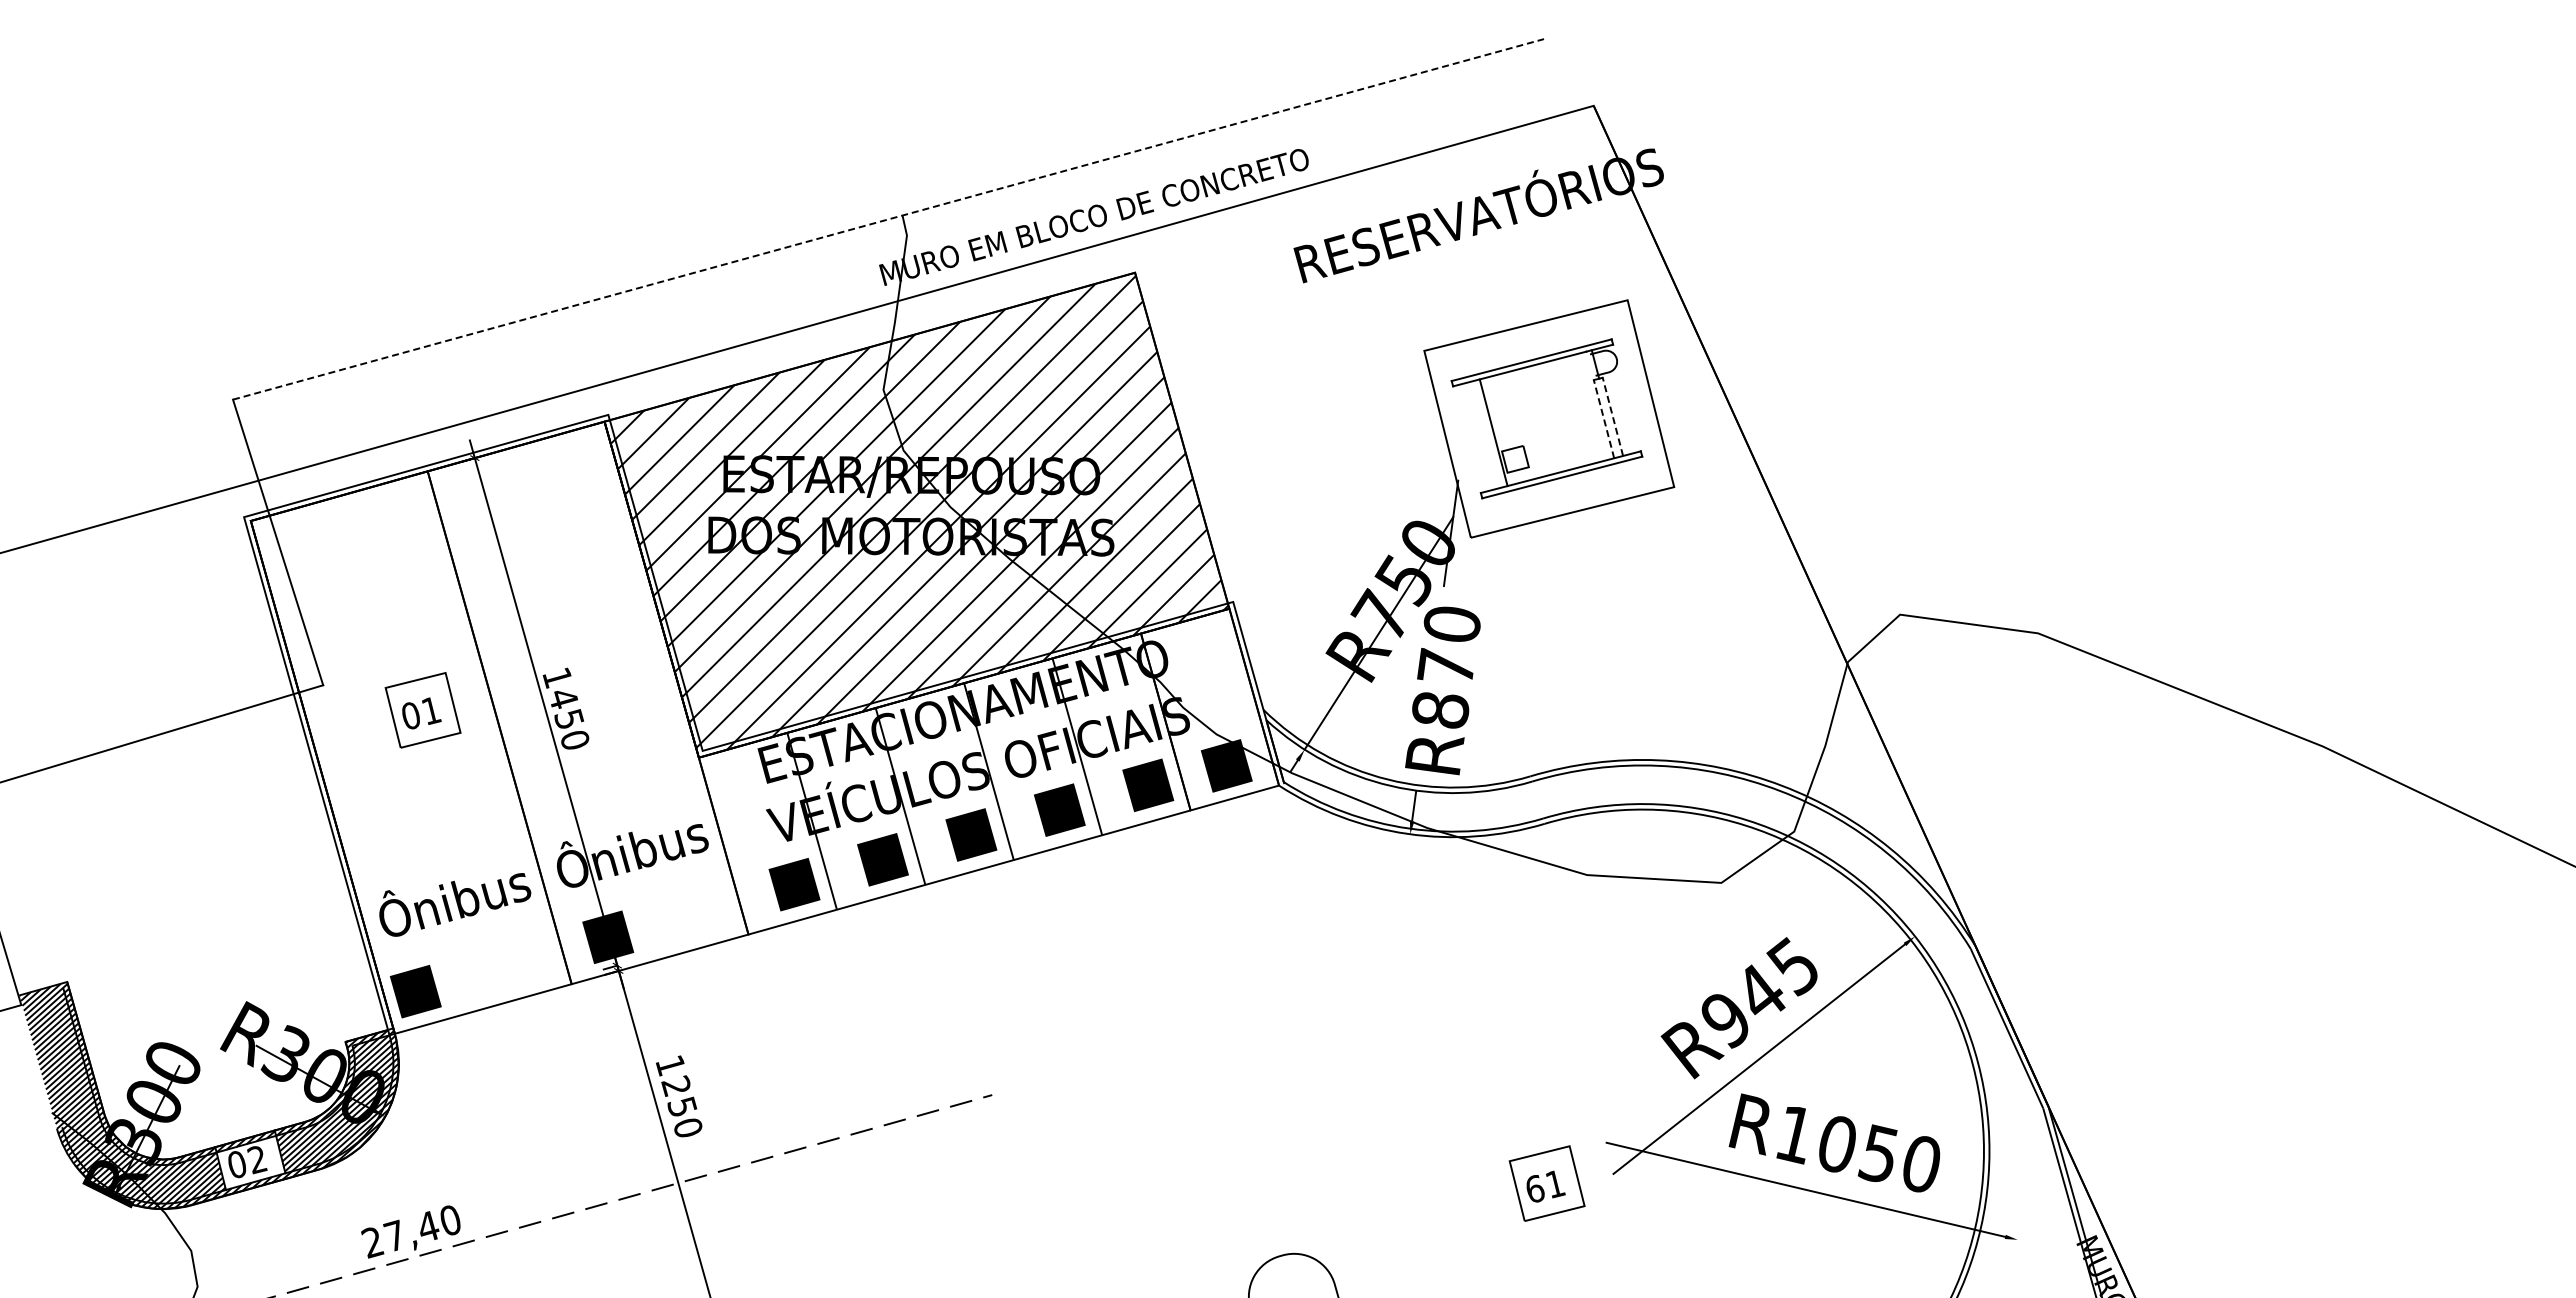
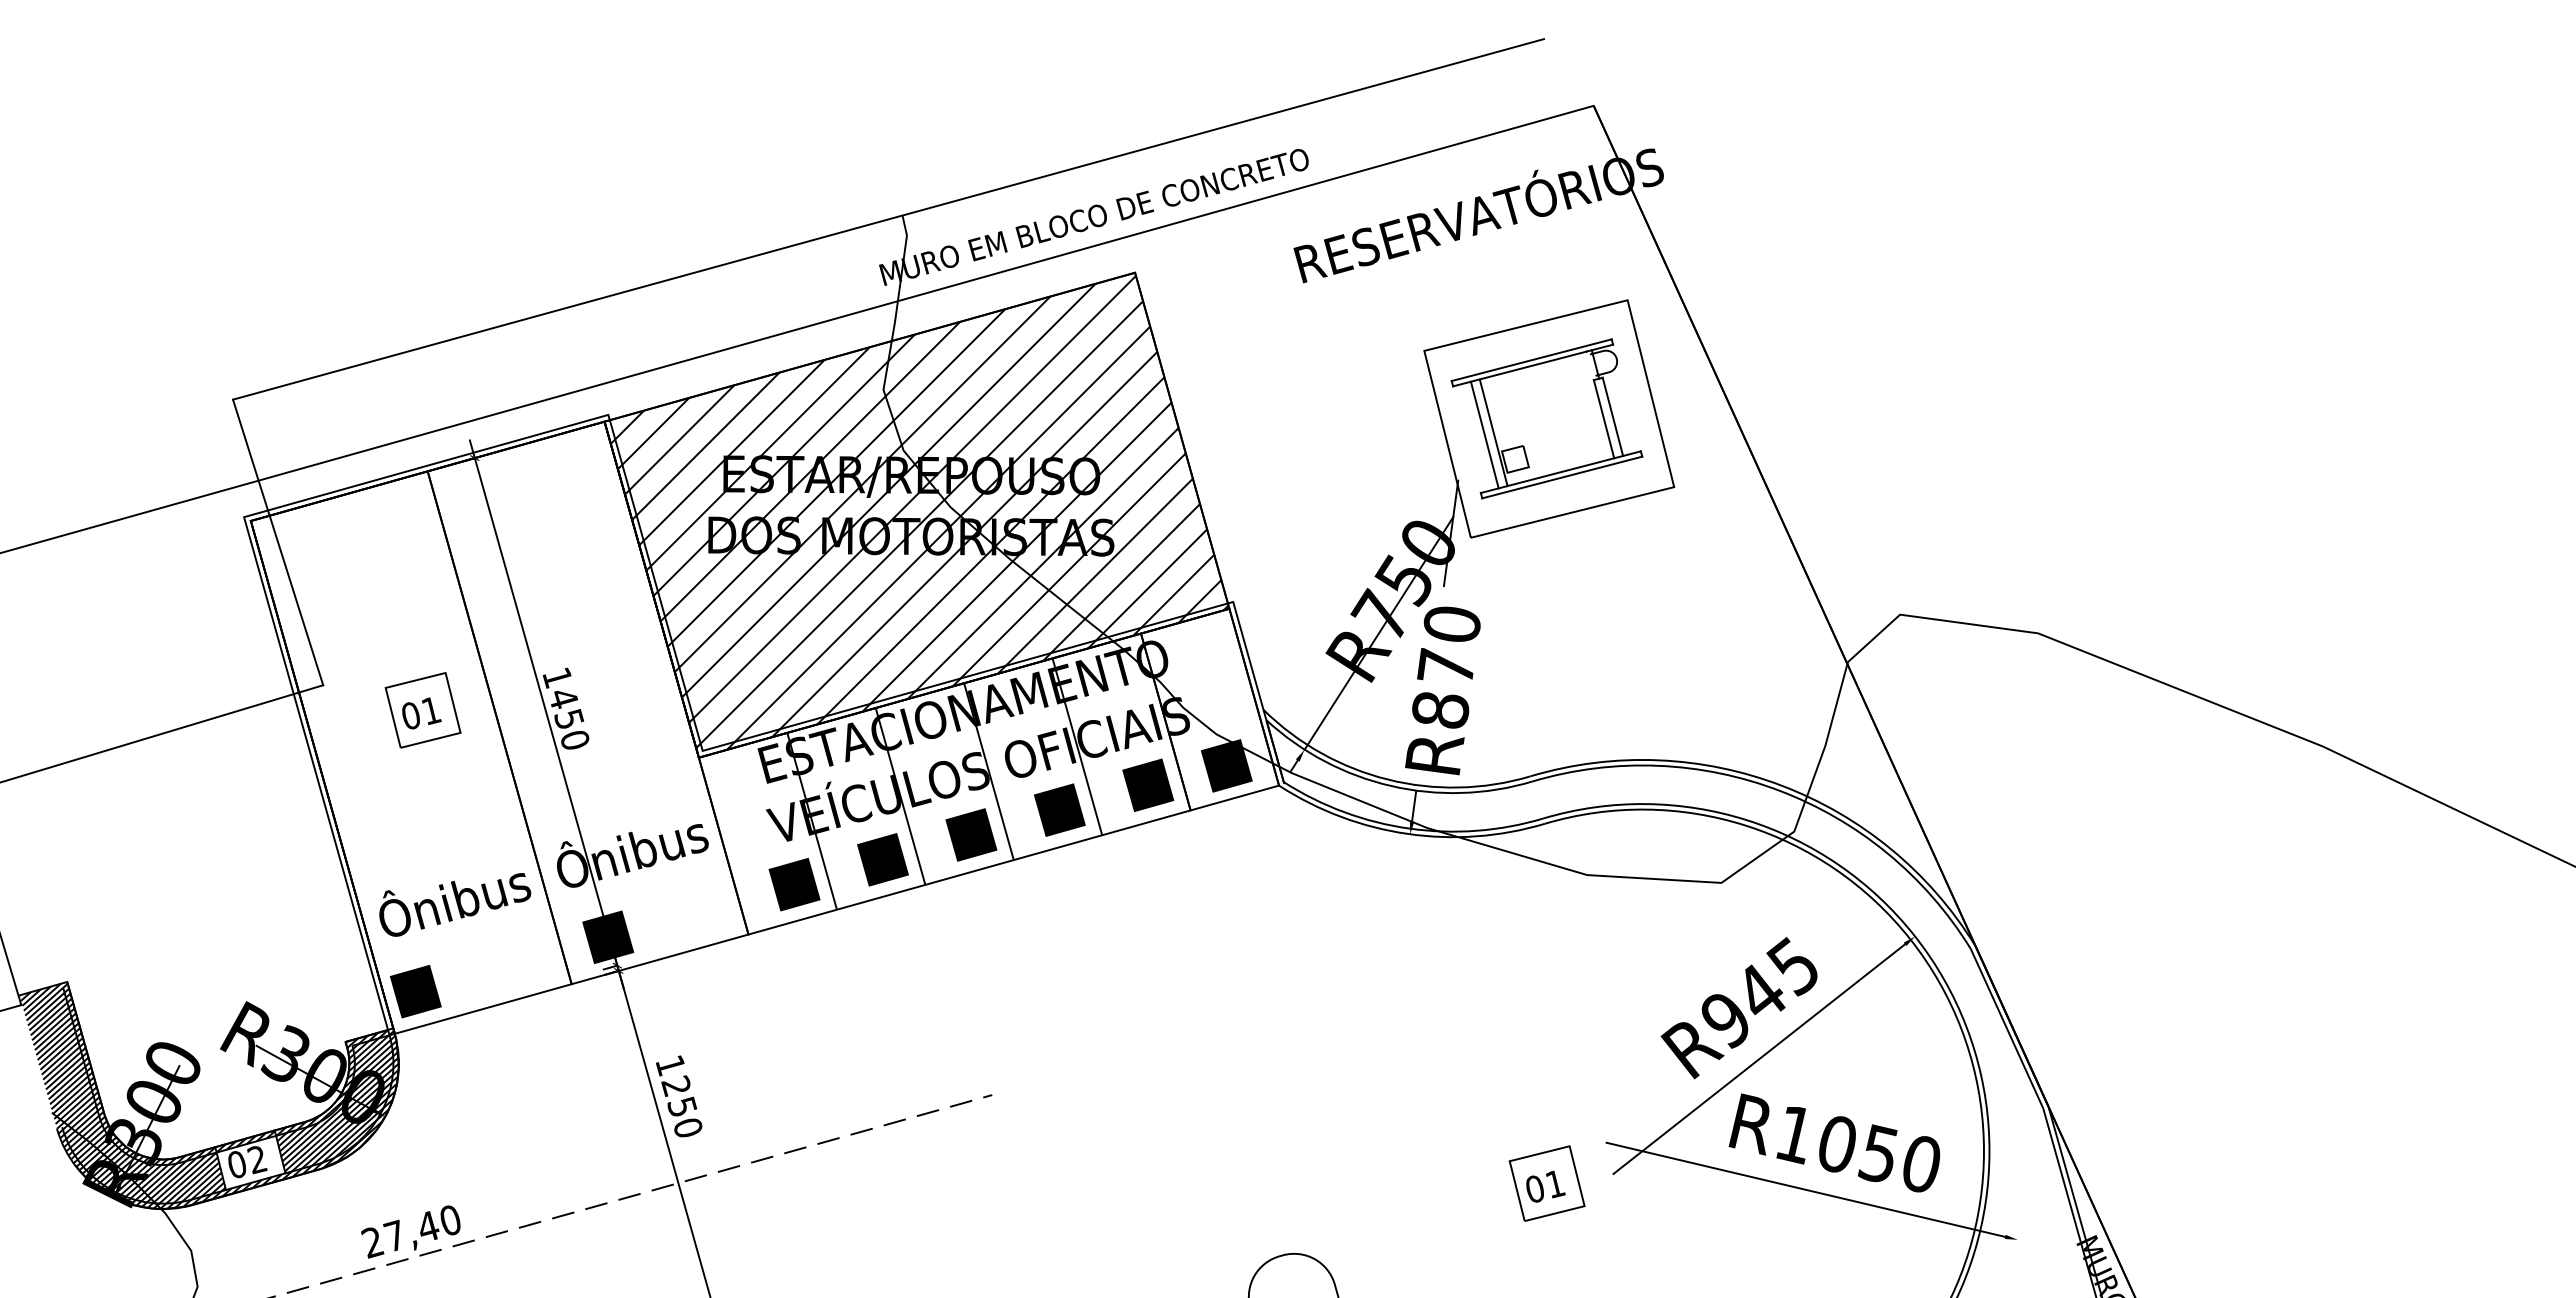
line at (888, 219): dashed -> solid
line at (1612, 416): dashed -> solid
line at (1603, 418): dashed -> solid
line at (1484, 434): none -> present
text at (1535, 1188): 61 -> 01
